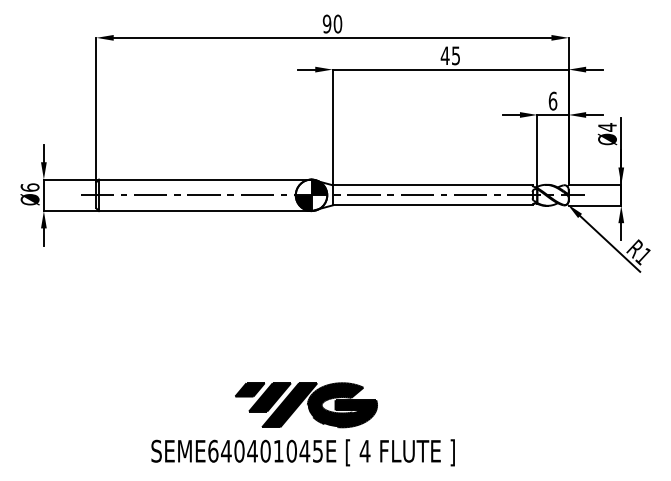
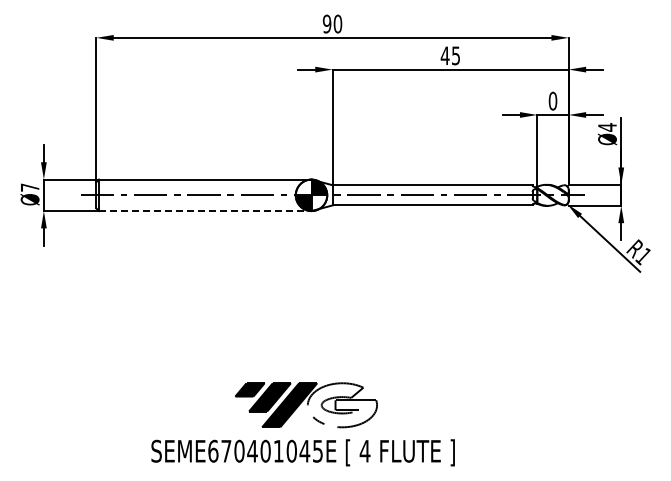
text at (553, 100): 6 -> 0
text at (29, 187): Ø6 -> Ø7
line at (205, 211): solid -> dashed
fill at (342, 405): present -> none
text at (226, 451): SEME640401045E -> SEME670401045E
